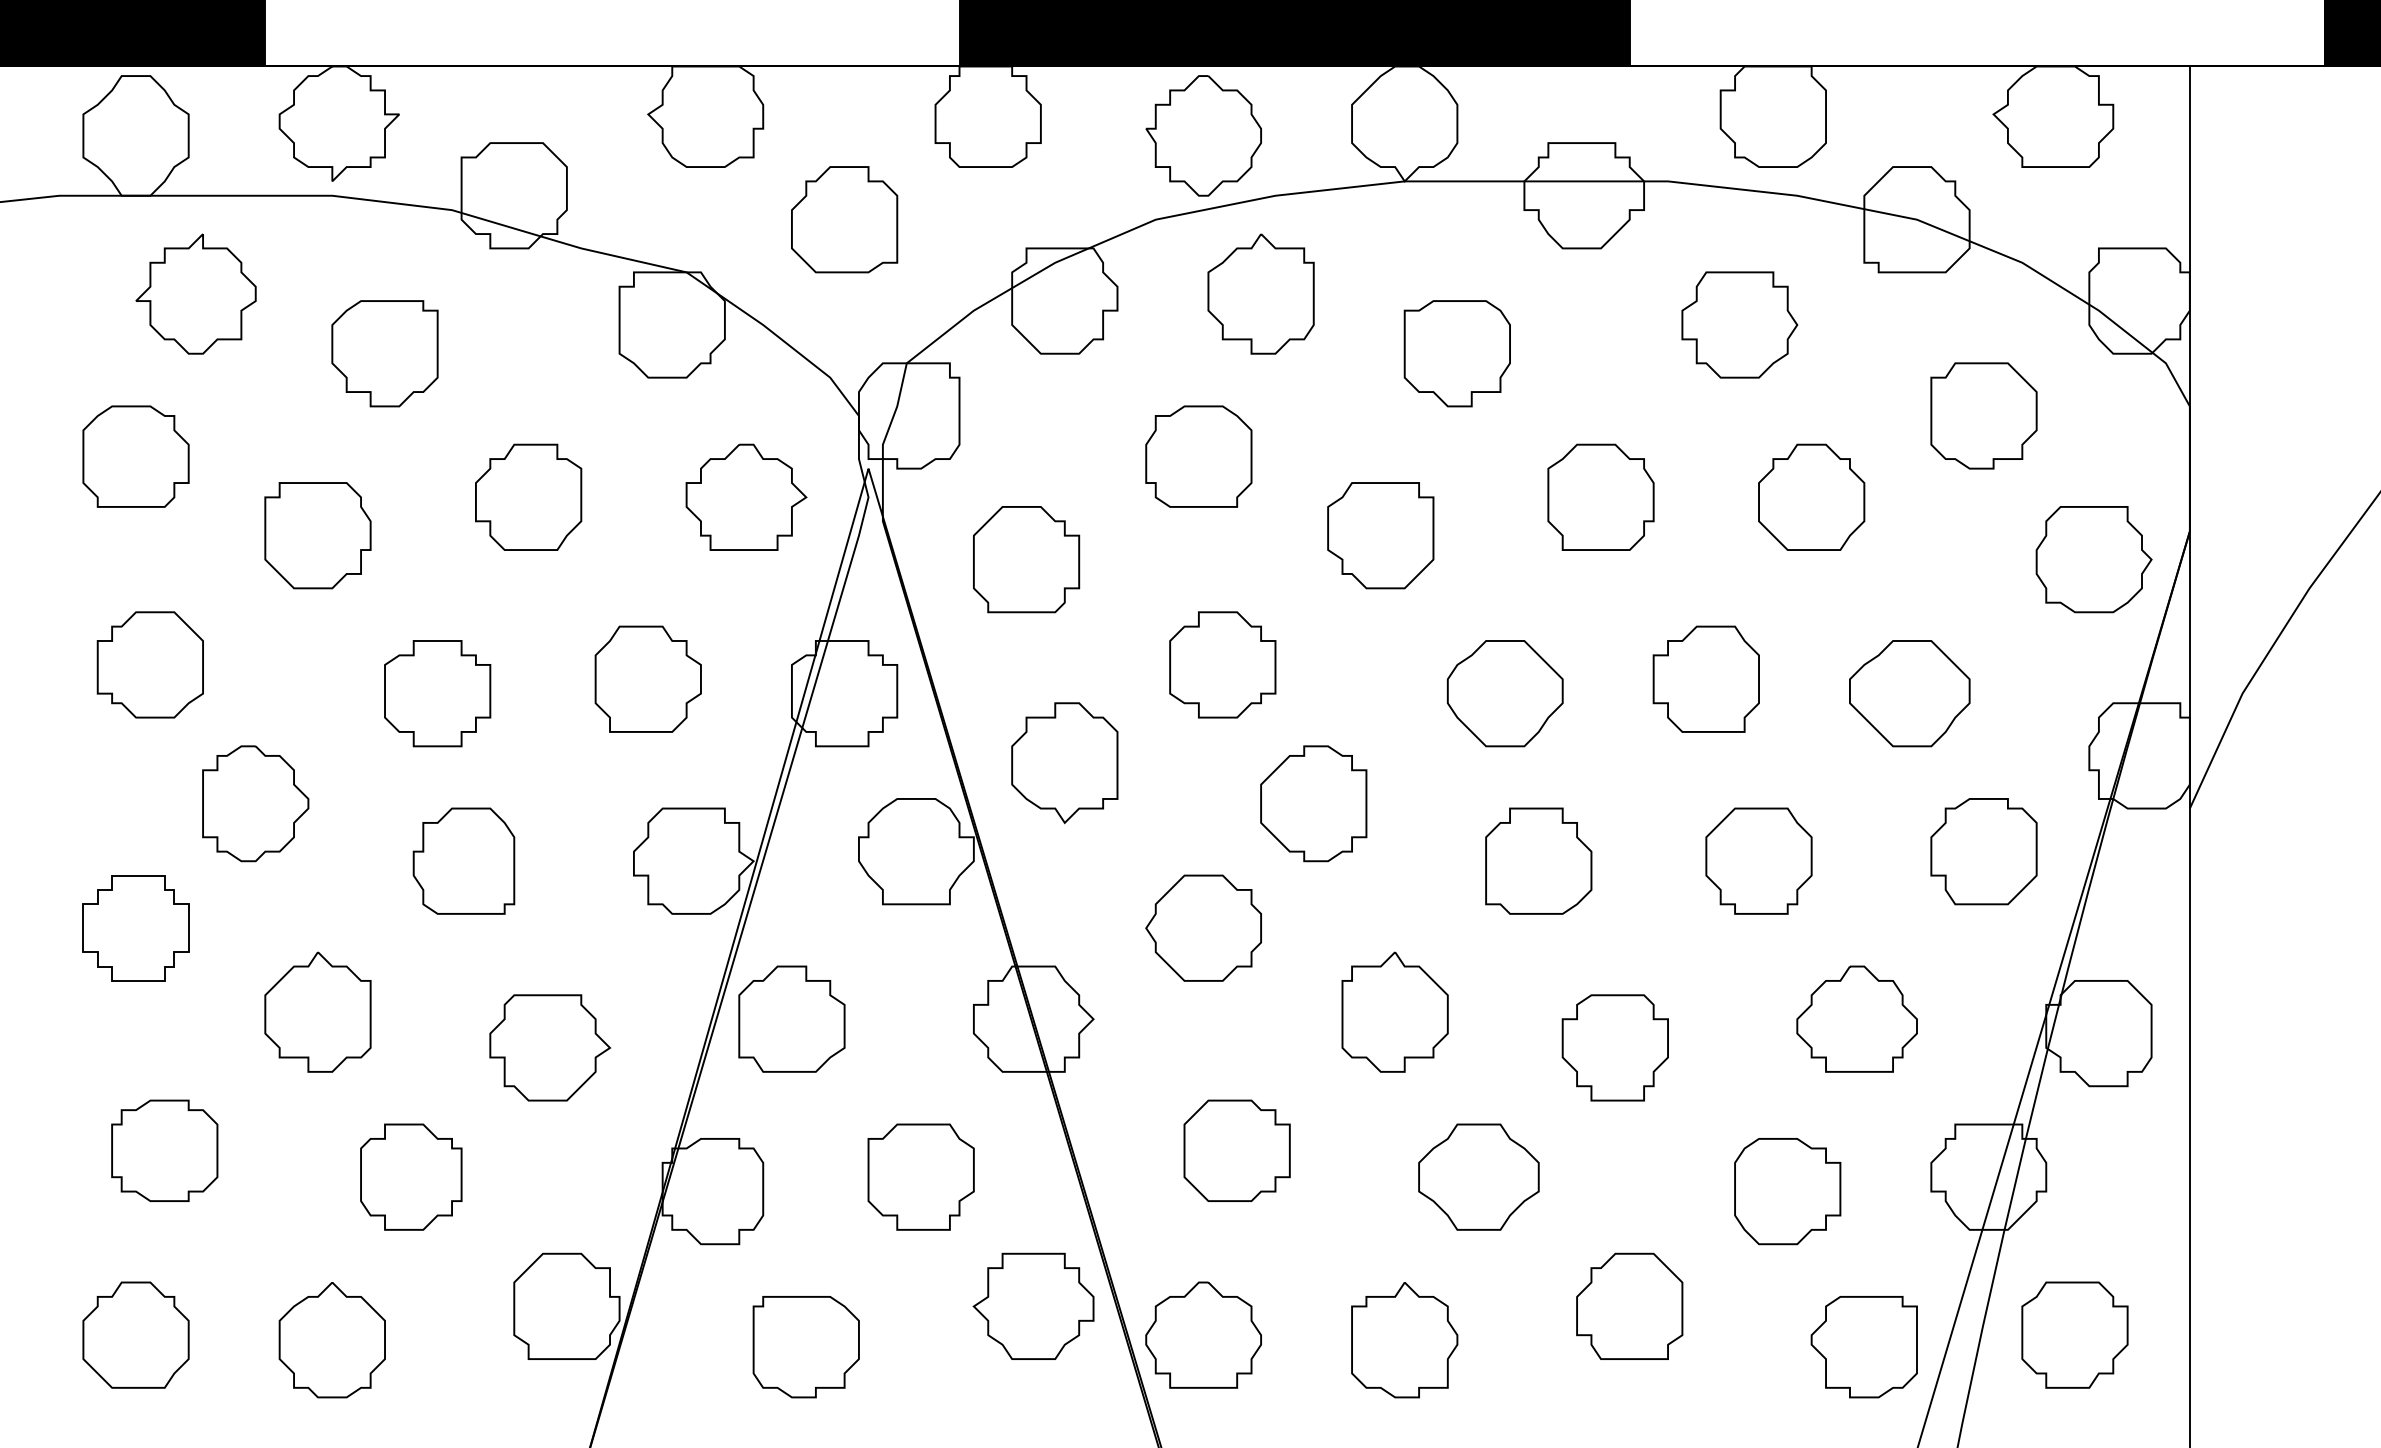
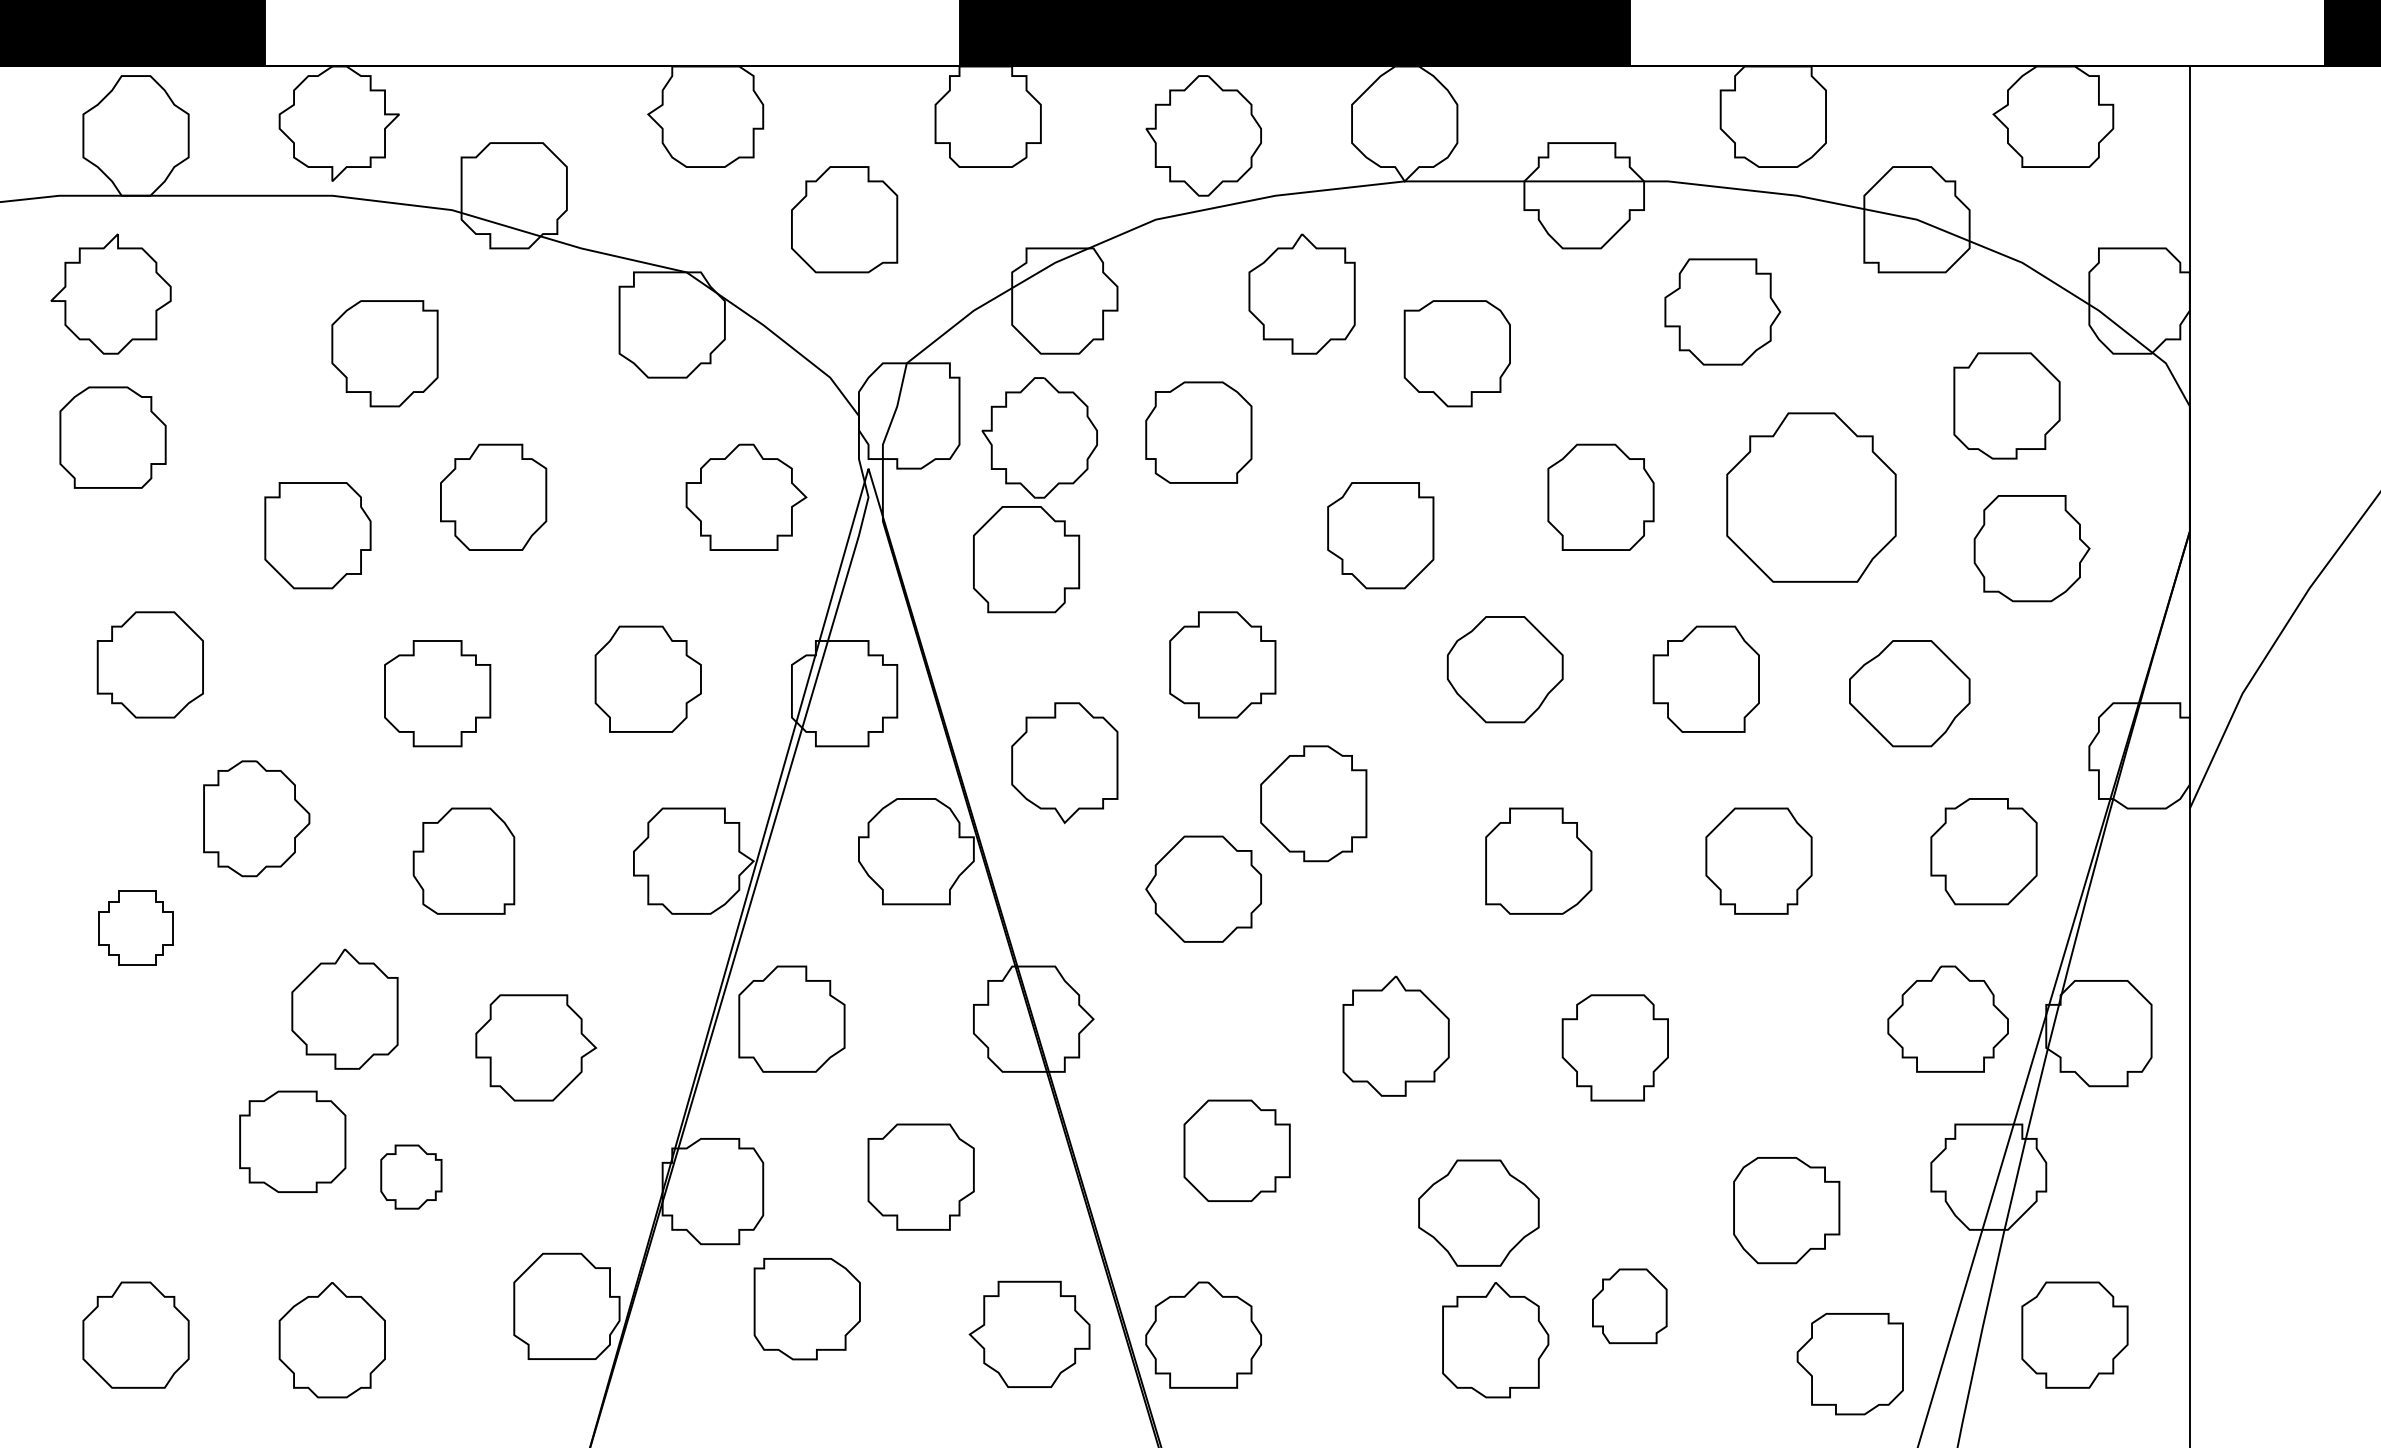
part at (195, 293) position: (195, 293) -> (110, 293)
part at (1260, 293) position: (1260, 293) -> (1301, 293)
part at (1739, 324) position: (1739, 324) -> (1722, 311)
part at (1983, 415) position: (1983, 415) -> (2006, 405)
part at (1039, 437): none -> present
part at (135, 456) position: (135, 456) -> (112, 437)
part at (1198, 456) position: (1198, 456) -> (1198, 432)
part at (528, 496) position: (528, 496) -> (493, 496)
part at (1811, 496) size: 108x108 px -> 171x171 px
part at (2093, 559) position: (2093, 559) -> (2031, 548)
part at (1504, 693) position: (1504, 693) -> (1504, 669)
part at (255, 803) position: (255, 803) -> (256, 818)
part at (1203, 927) position: (1203, 927) -> (1203, 888)
part at (135, 928) size: 108x107 px -> 76x76 px
part at (317, 1011) position: (317, 1011) -> (344, 1008)
part at (1394, 1011) position: (1394, 1011) -> (1395, 1035)
part at (1856, 1018) position: (1856, 1018) -> (1947, 1018)
part at (550, 1047) position: (550, 1047) -> (536, 1047)
part at (164, 1150) position: (164, 1150) -> (292, 1141)
part at (411, 1176) size: 103x108 px -> 63x66 px
part at (1478, 1176) position: (1478, 1176) -> (1478, 1212)
part at (1787, 1191) position: (1787, 1191) -> (1786, 1210)
part at (1033, 1305) position: (1033, 1305) -> (1029, 1333)
part at (1629, 1305) size: 108x108 px -> 76x77 px
part at (1404, 1340) position: (1404, 1340) -> (1495, 1340)
part at (805, 1347) position: (805, 1347) -> (806, 1309)
part at (1863, 1347) position: (1863, 1347) -> (1849, 1364)
